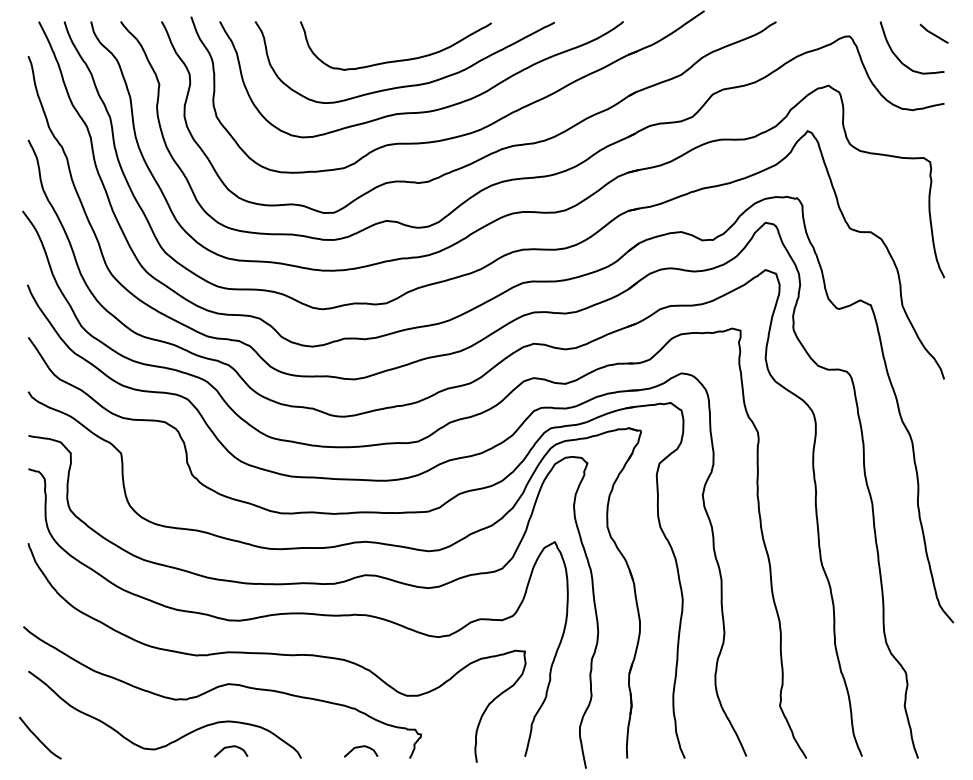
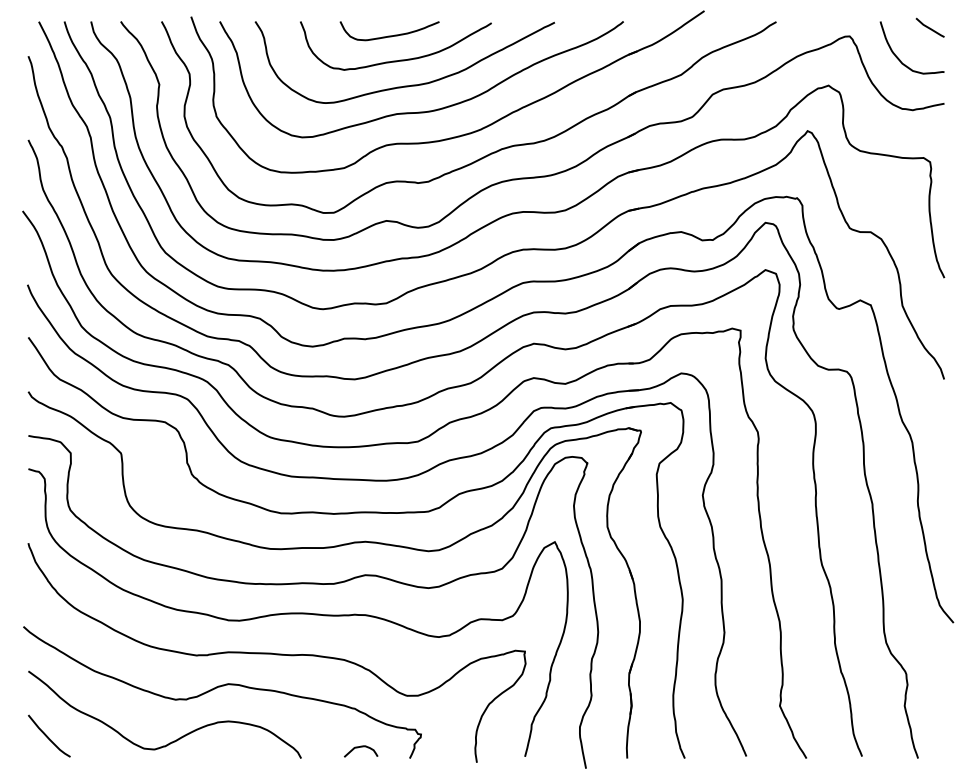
line at (933, 33) position: (933, 33) -> (929, 27)
curve at (389, 35): none -> present
curve at (39, 738) position: (39, 738) -> (48, 736)
curve at (231, 747): present -> none
